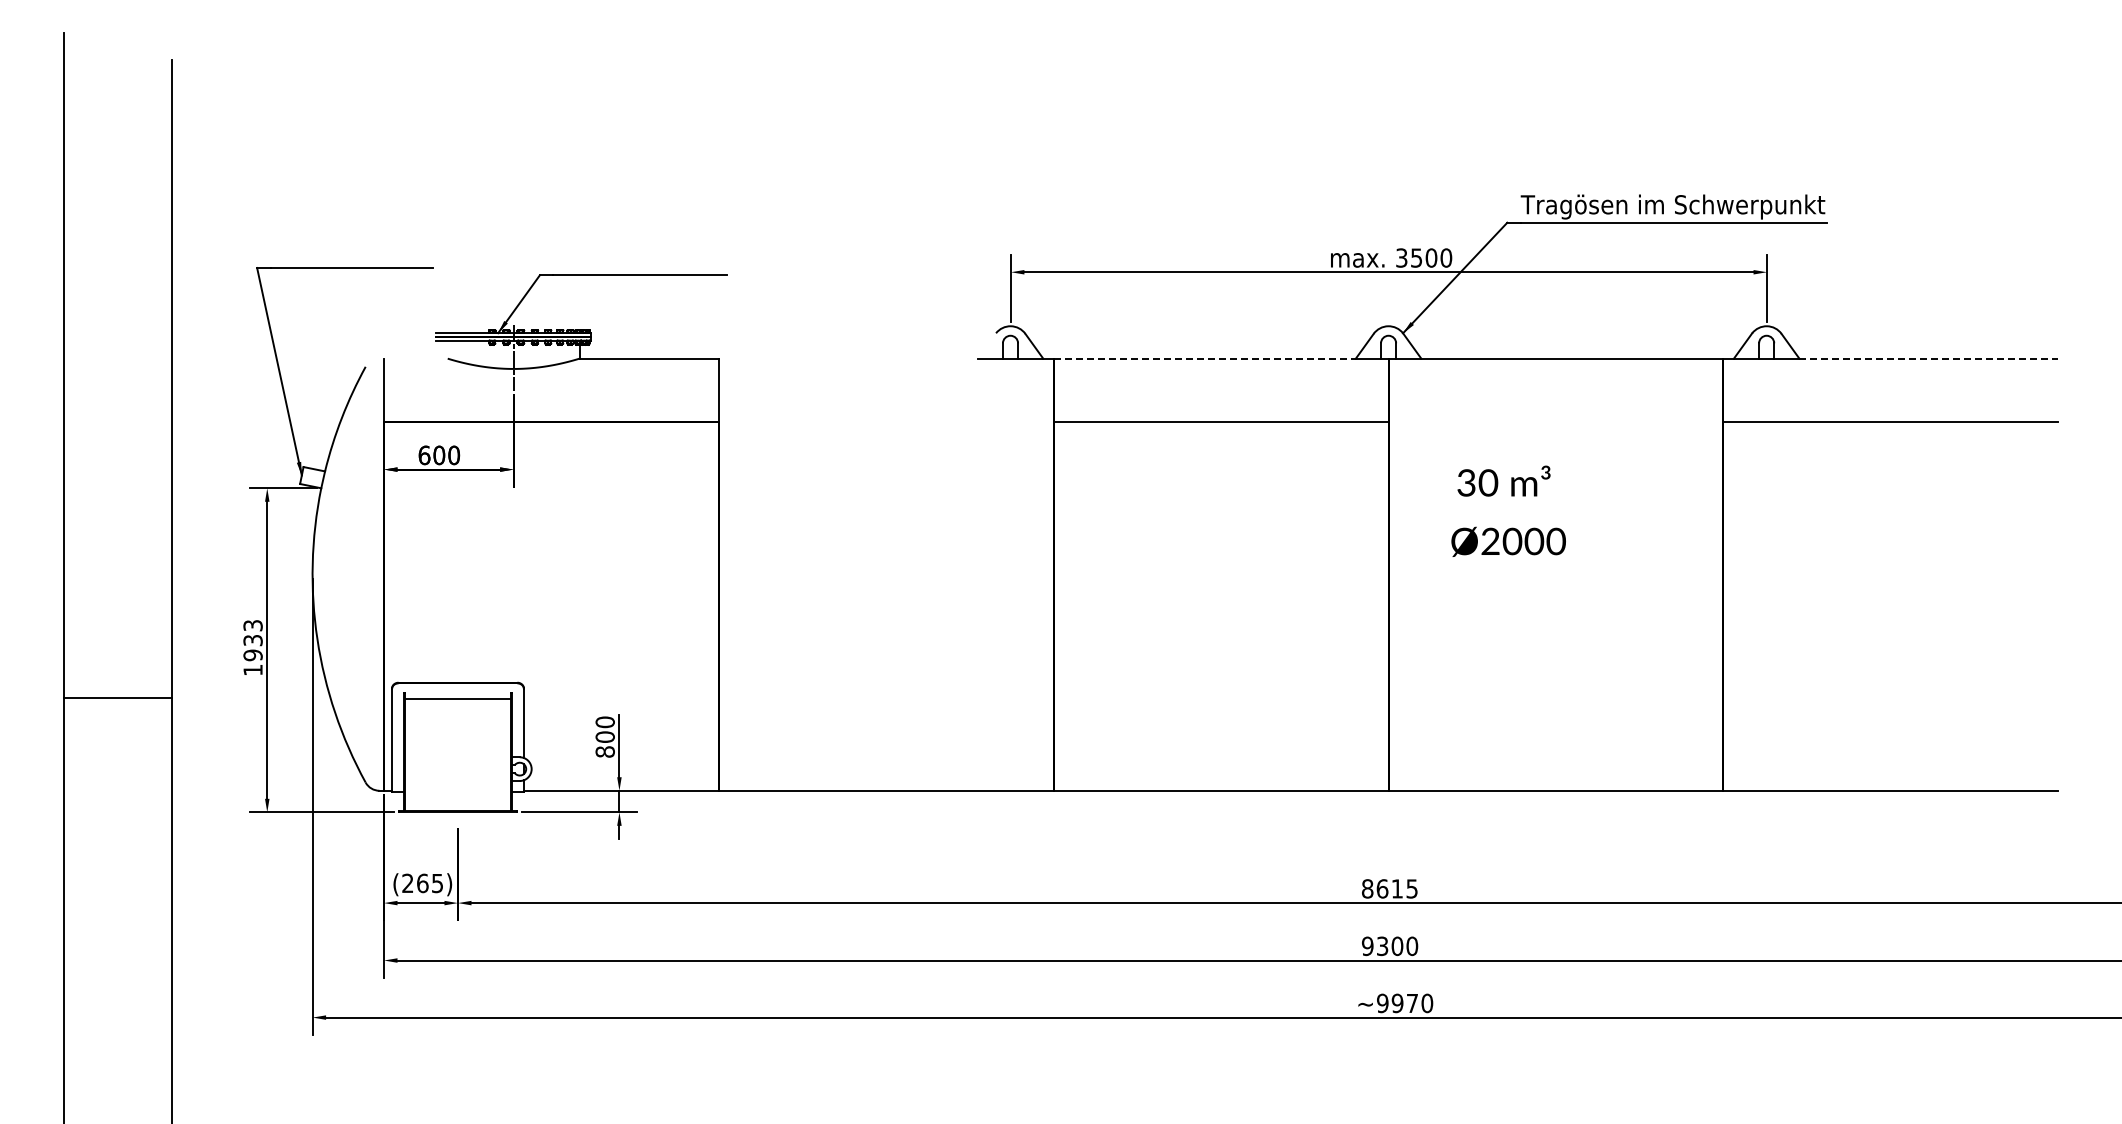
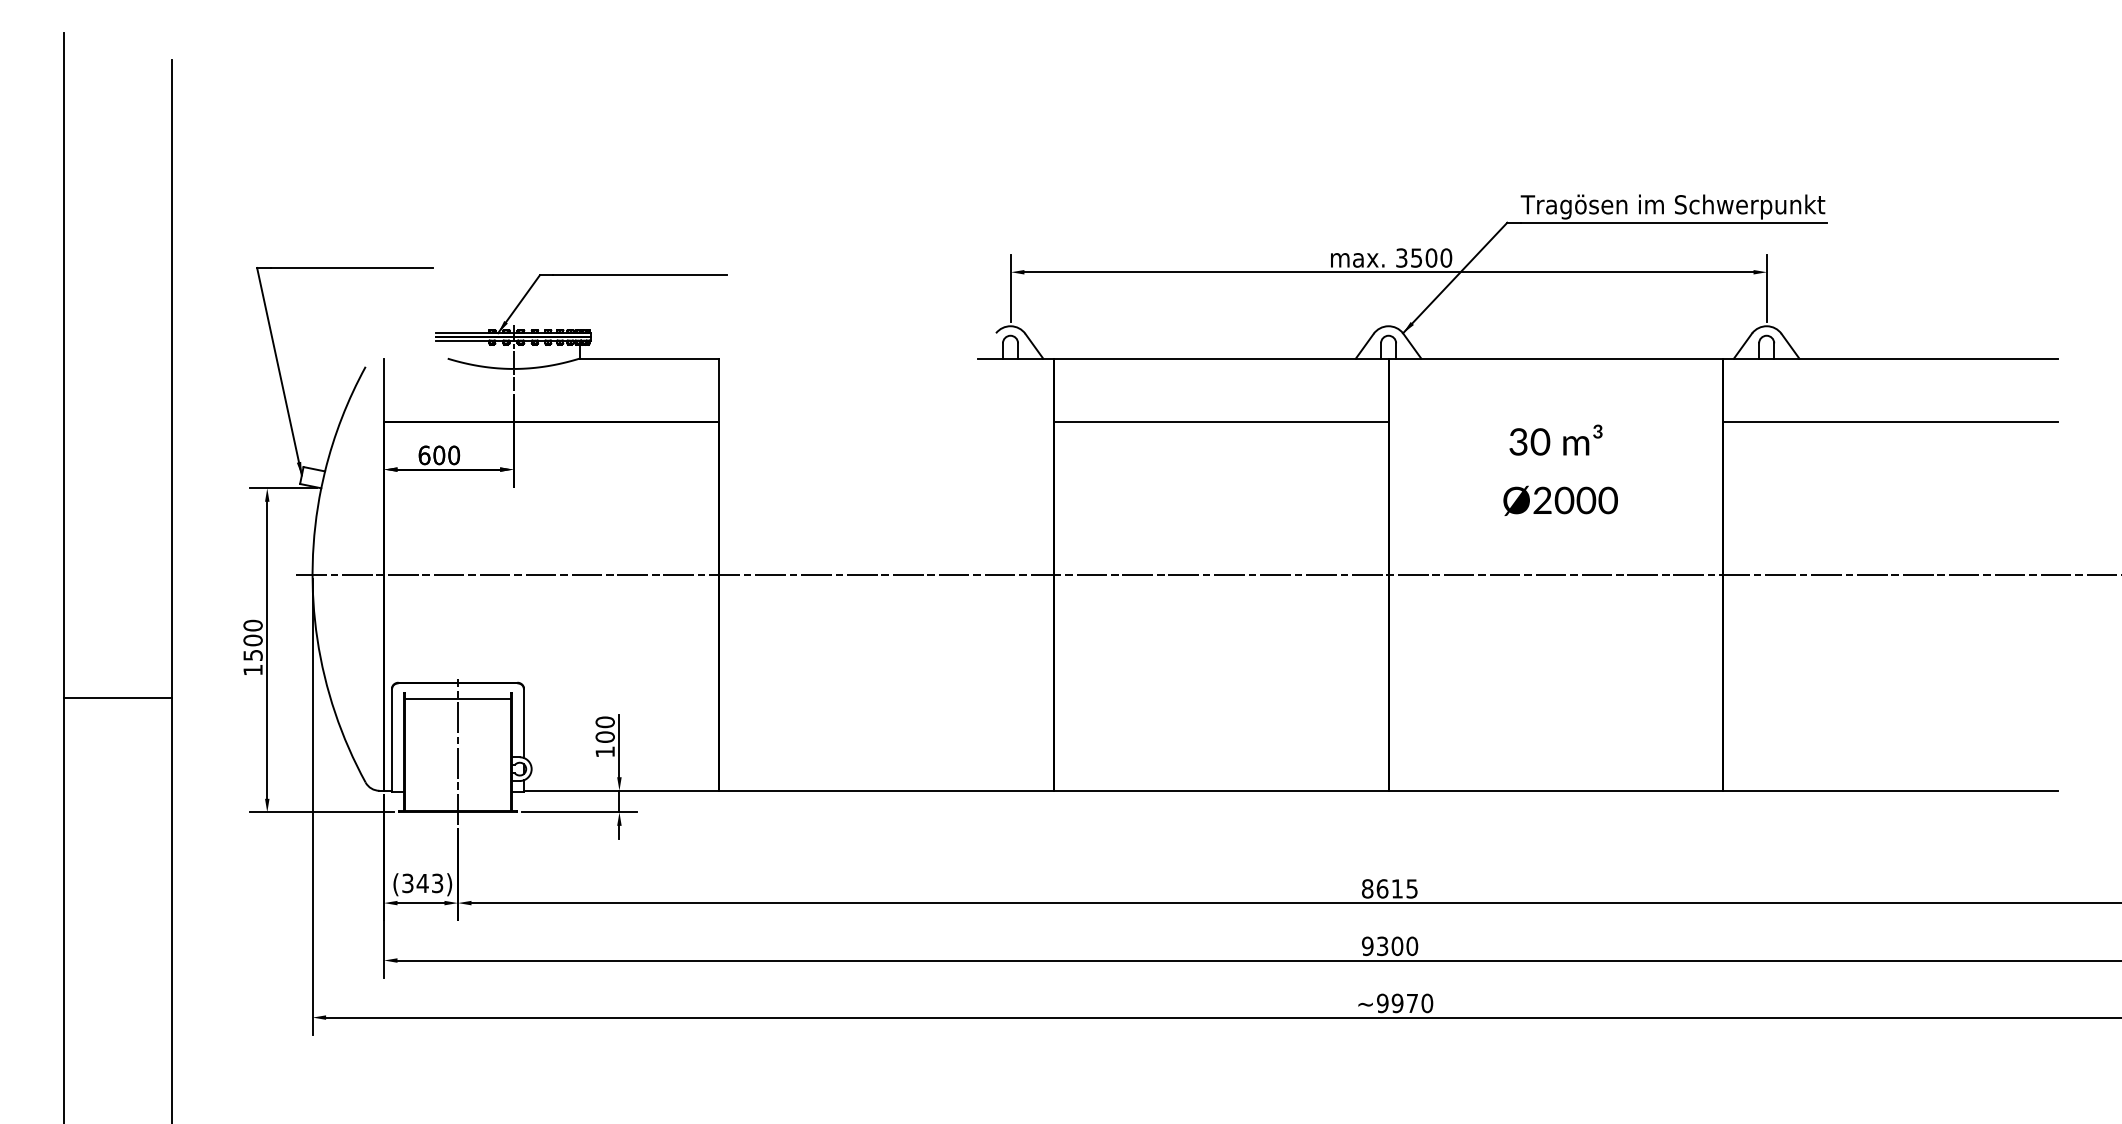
line at (1205, 358): dashed -> solid
line at (1929, 358): dashed -> solid
text at (1508, 510) position: (1508, 510) -> (1560, 469)
line at (1207, 574): none -> present
text at (252, 640): 1933 -> 1500
line at (458, 751): none -> present
text at (604, 751): 800 -> 100
text at (422, 883): (265) -> (343)
